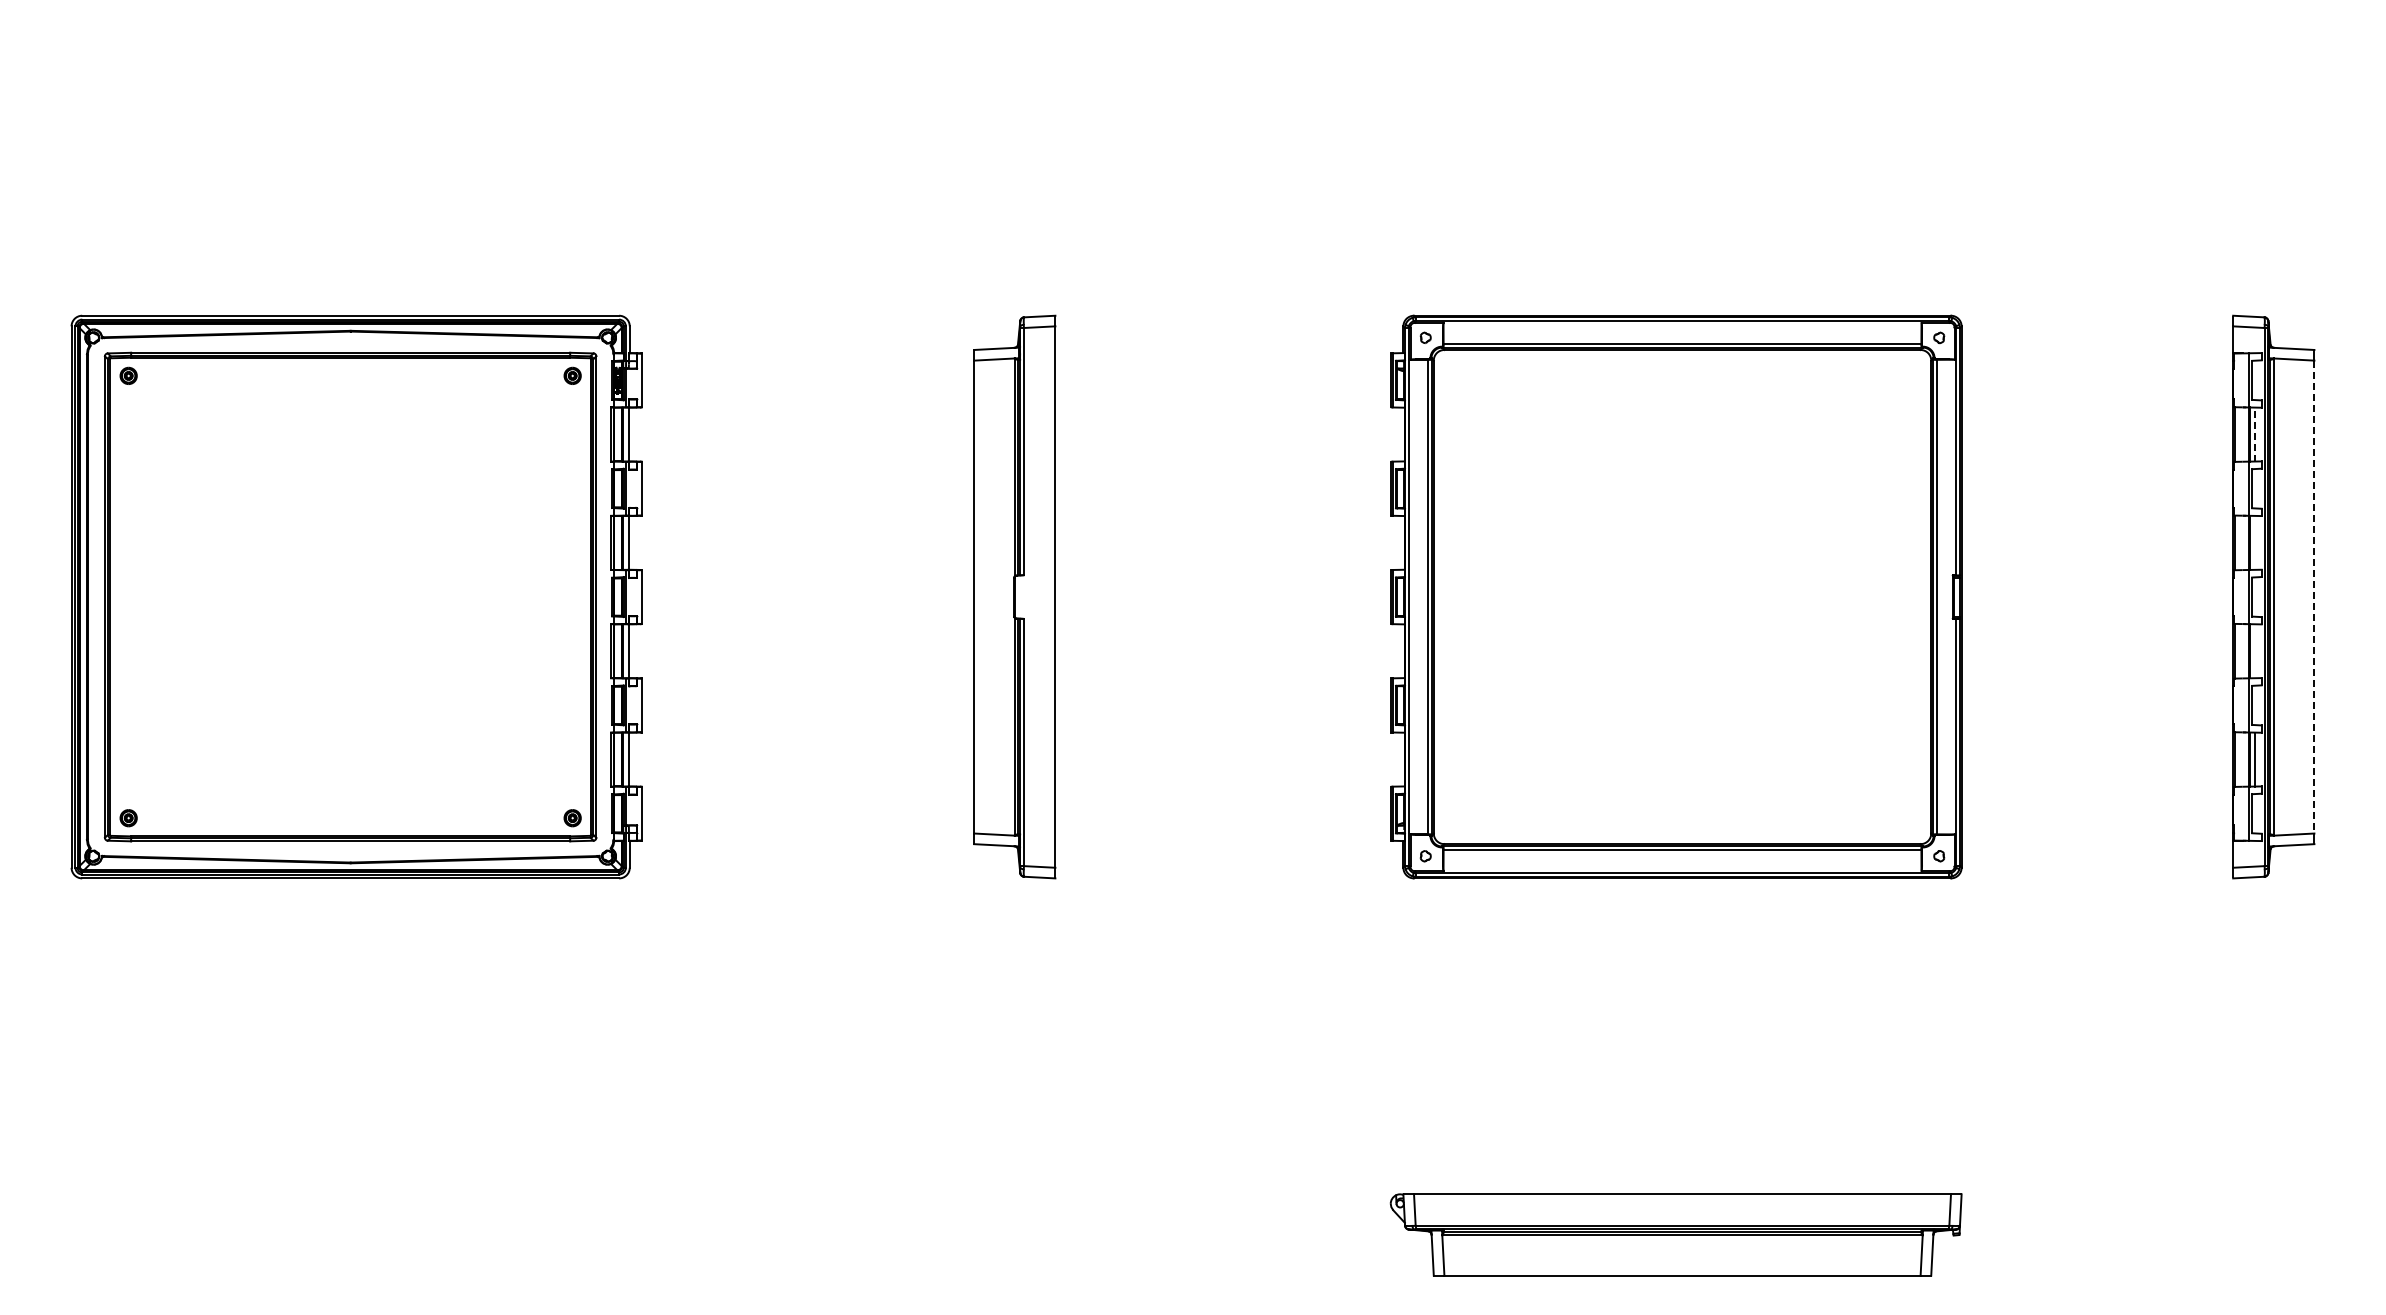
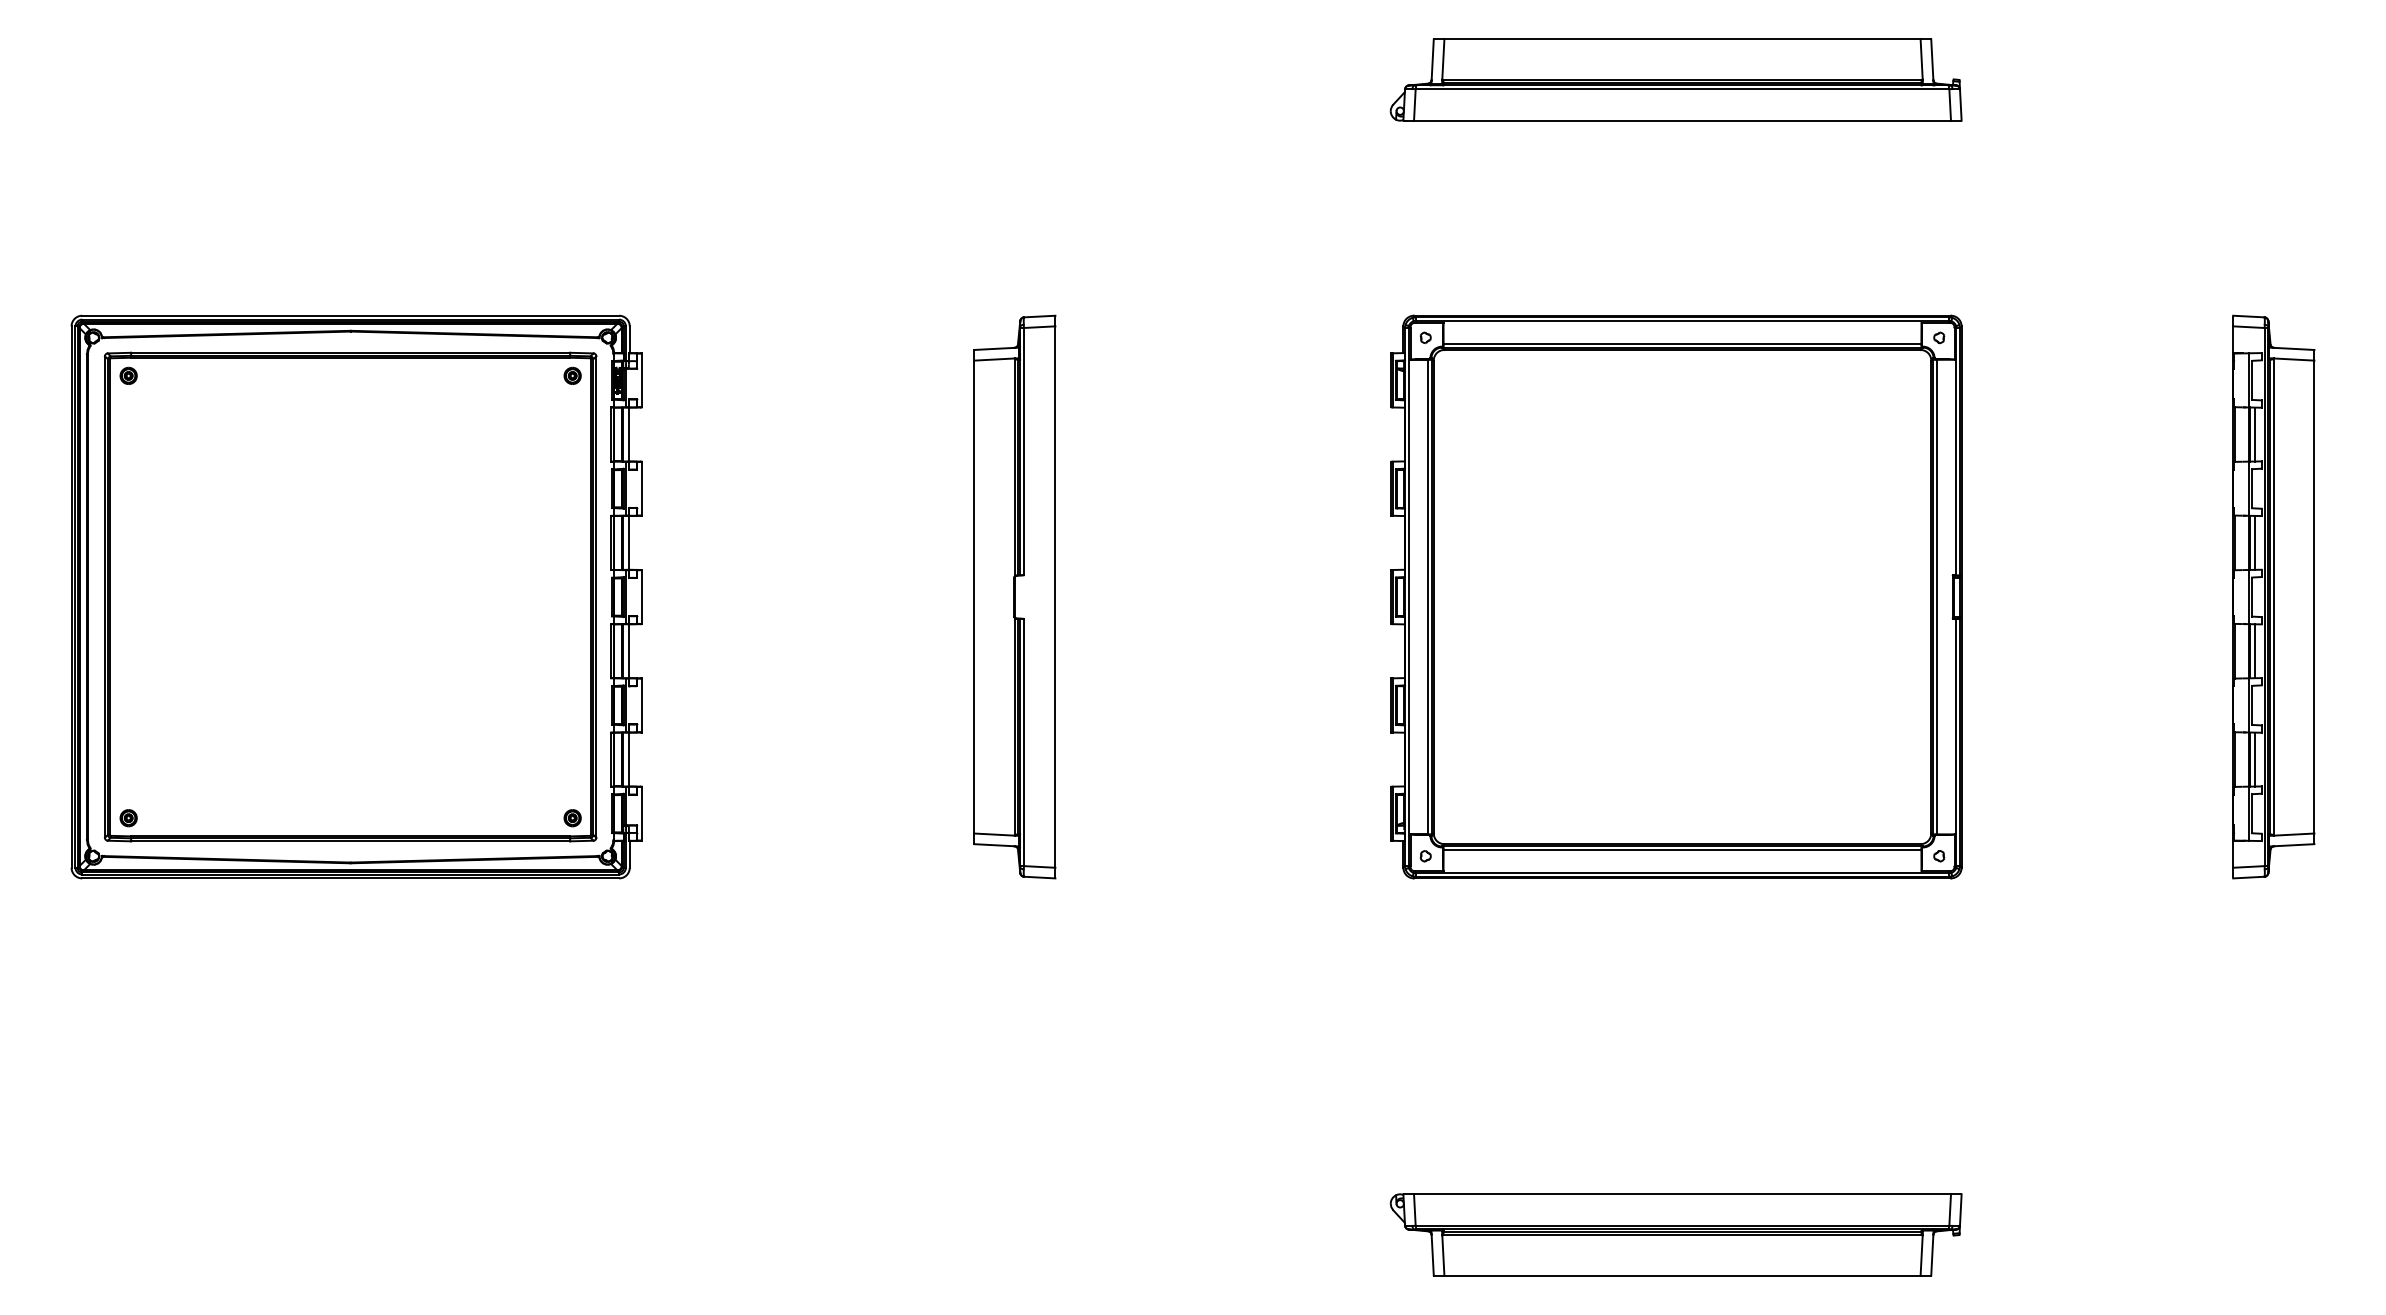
part at (1675, 79): none -> present
line at (2254, 434): dashed -> solid
line at (2254, 542): none -> present
line at (2314, 597): dashed -> solid
line at (2254, 651): none -> present
